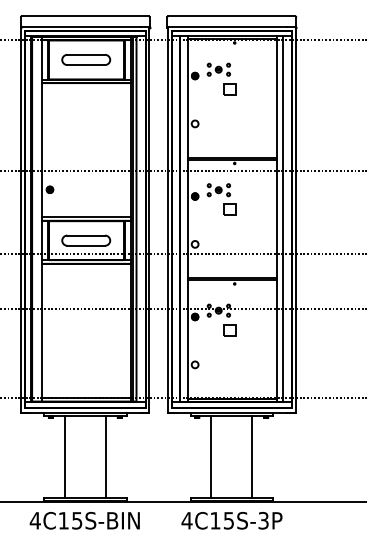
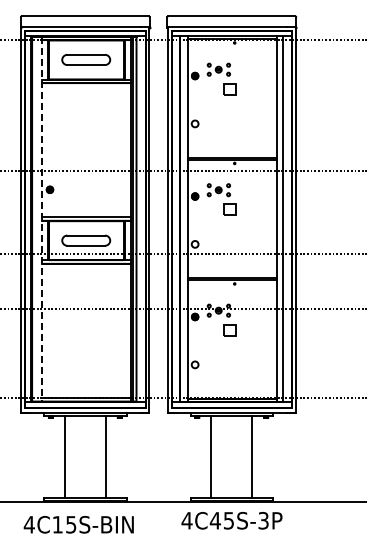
line at (41, 219): solid -> dashed
text at (84, 520) position: (84, 520) -> (78, 524)
text at (214, 520): 4C15S-3P -> 4C45S-3P
